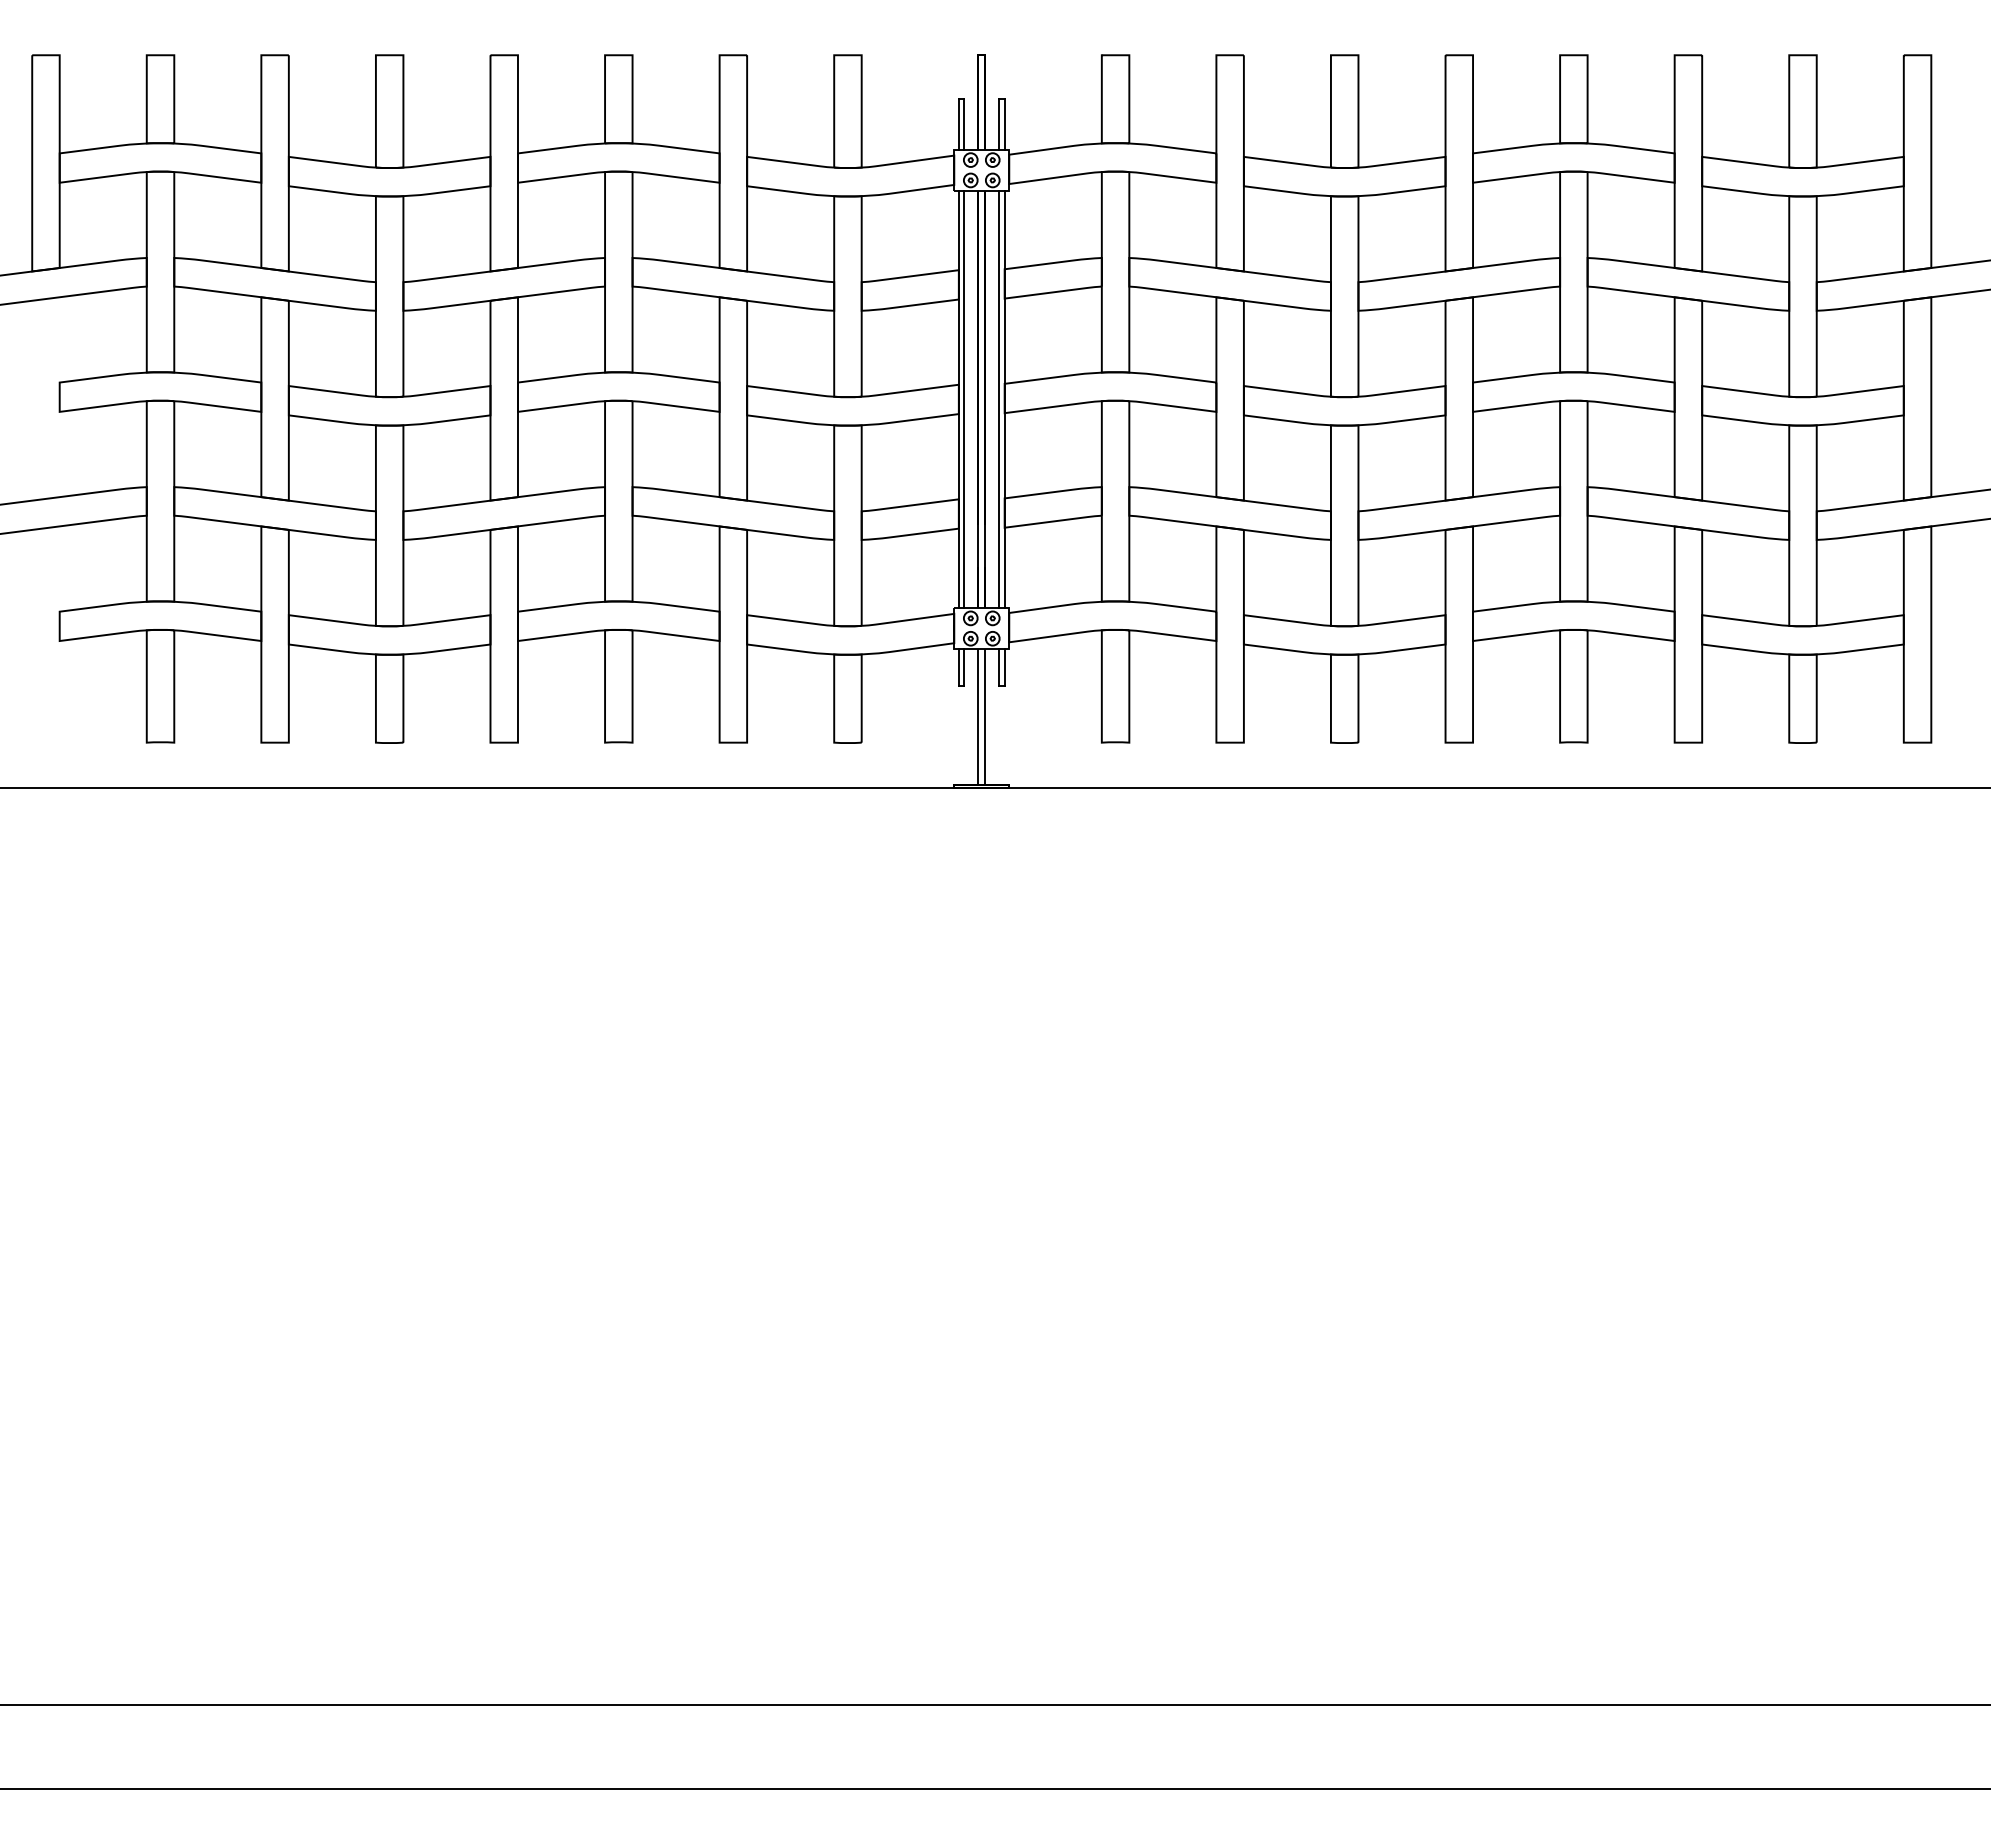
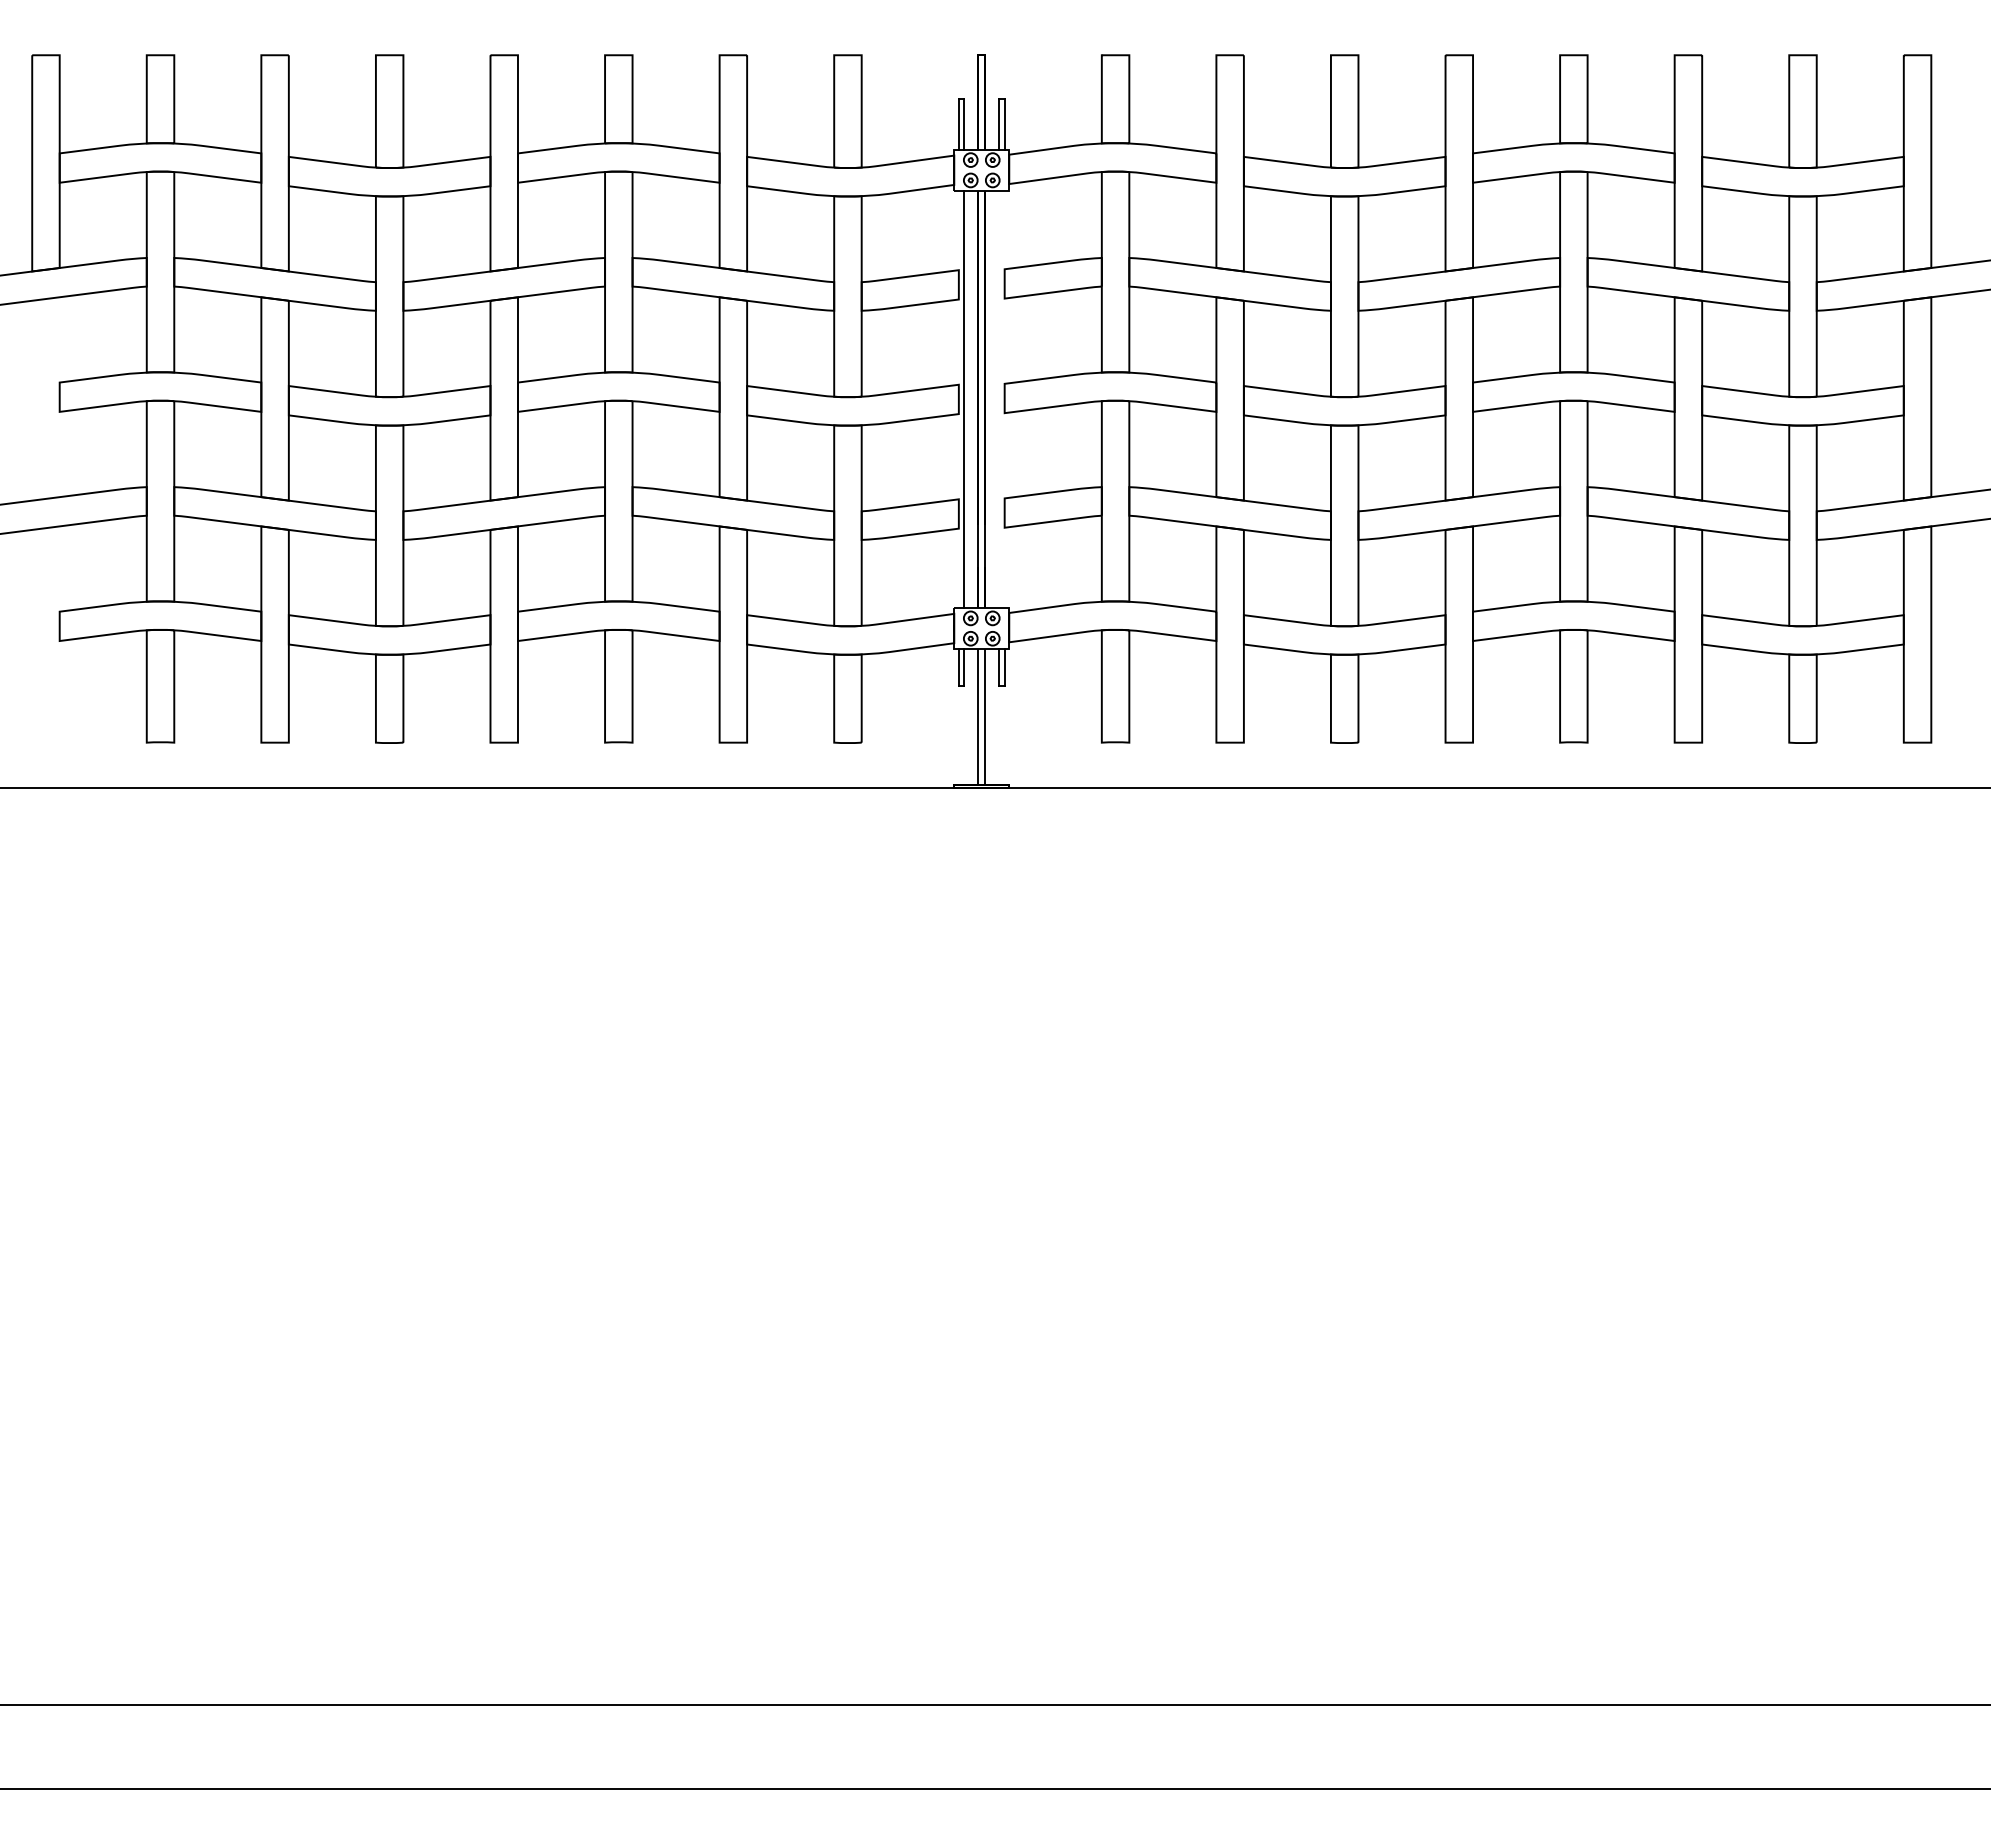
line at (958, 399): present -> none
line at (999, 399): present -> none
line at (1004, 399): present -> none
